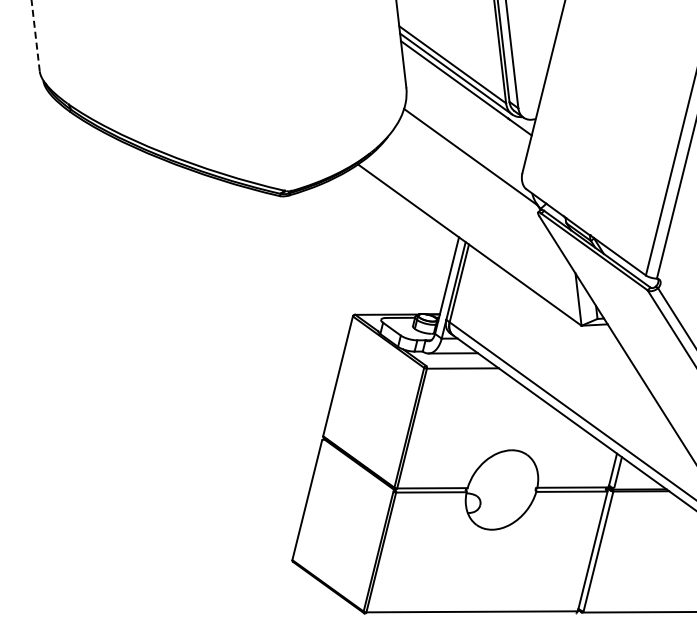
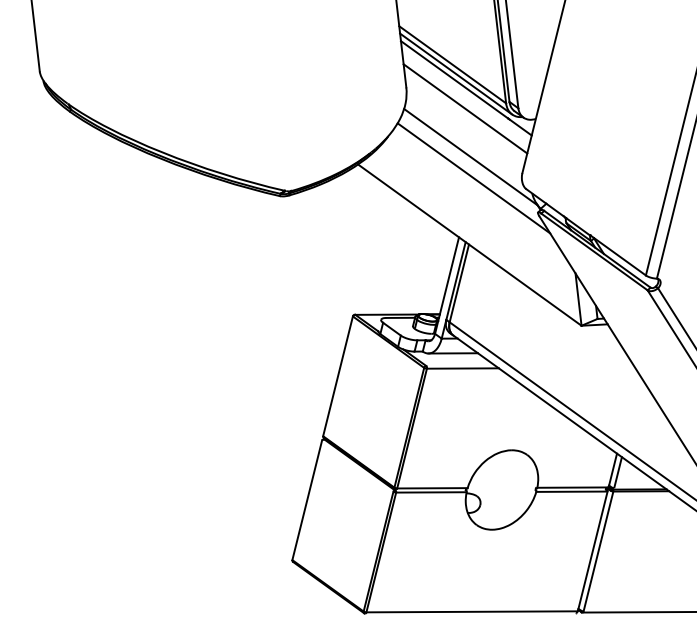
line at (35, 35): dashed -> solid
line at (465, 108): none -> present
line at (473, 178): none -> present
